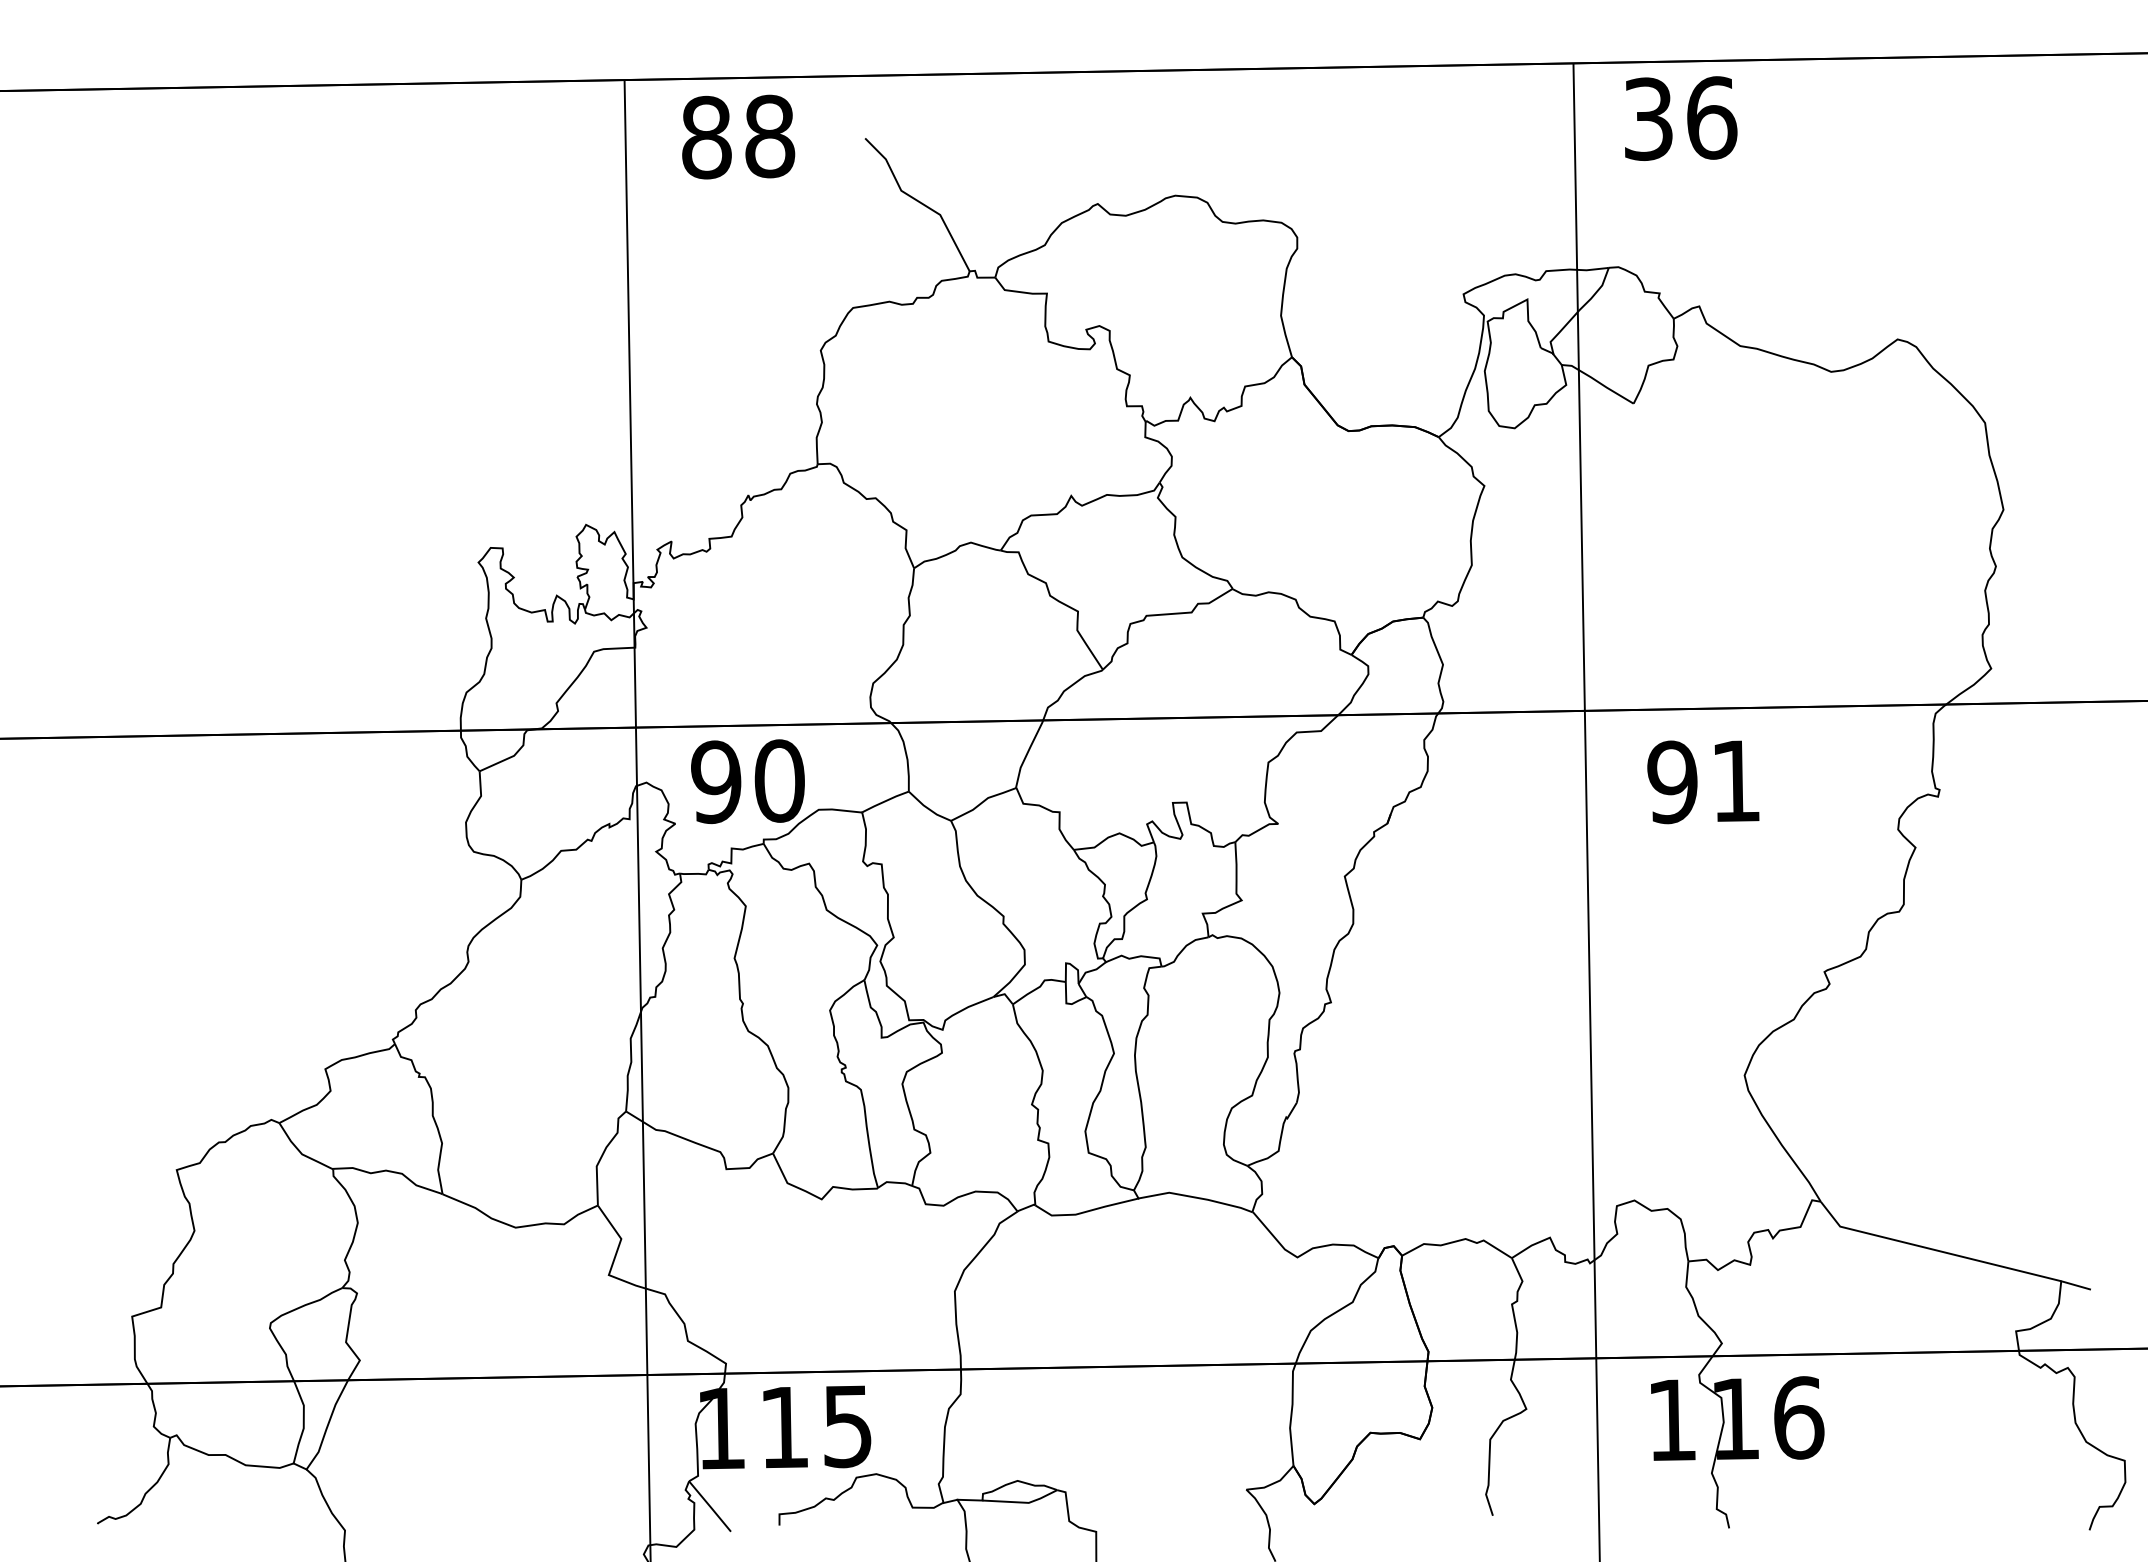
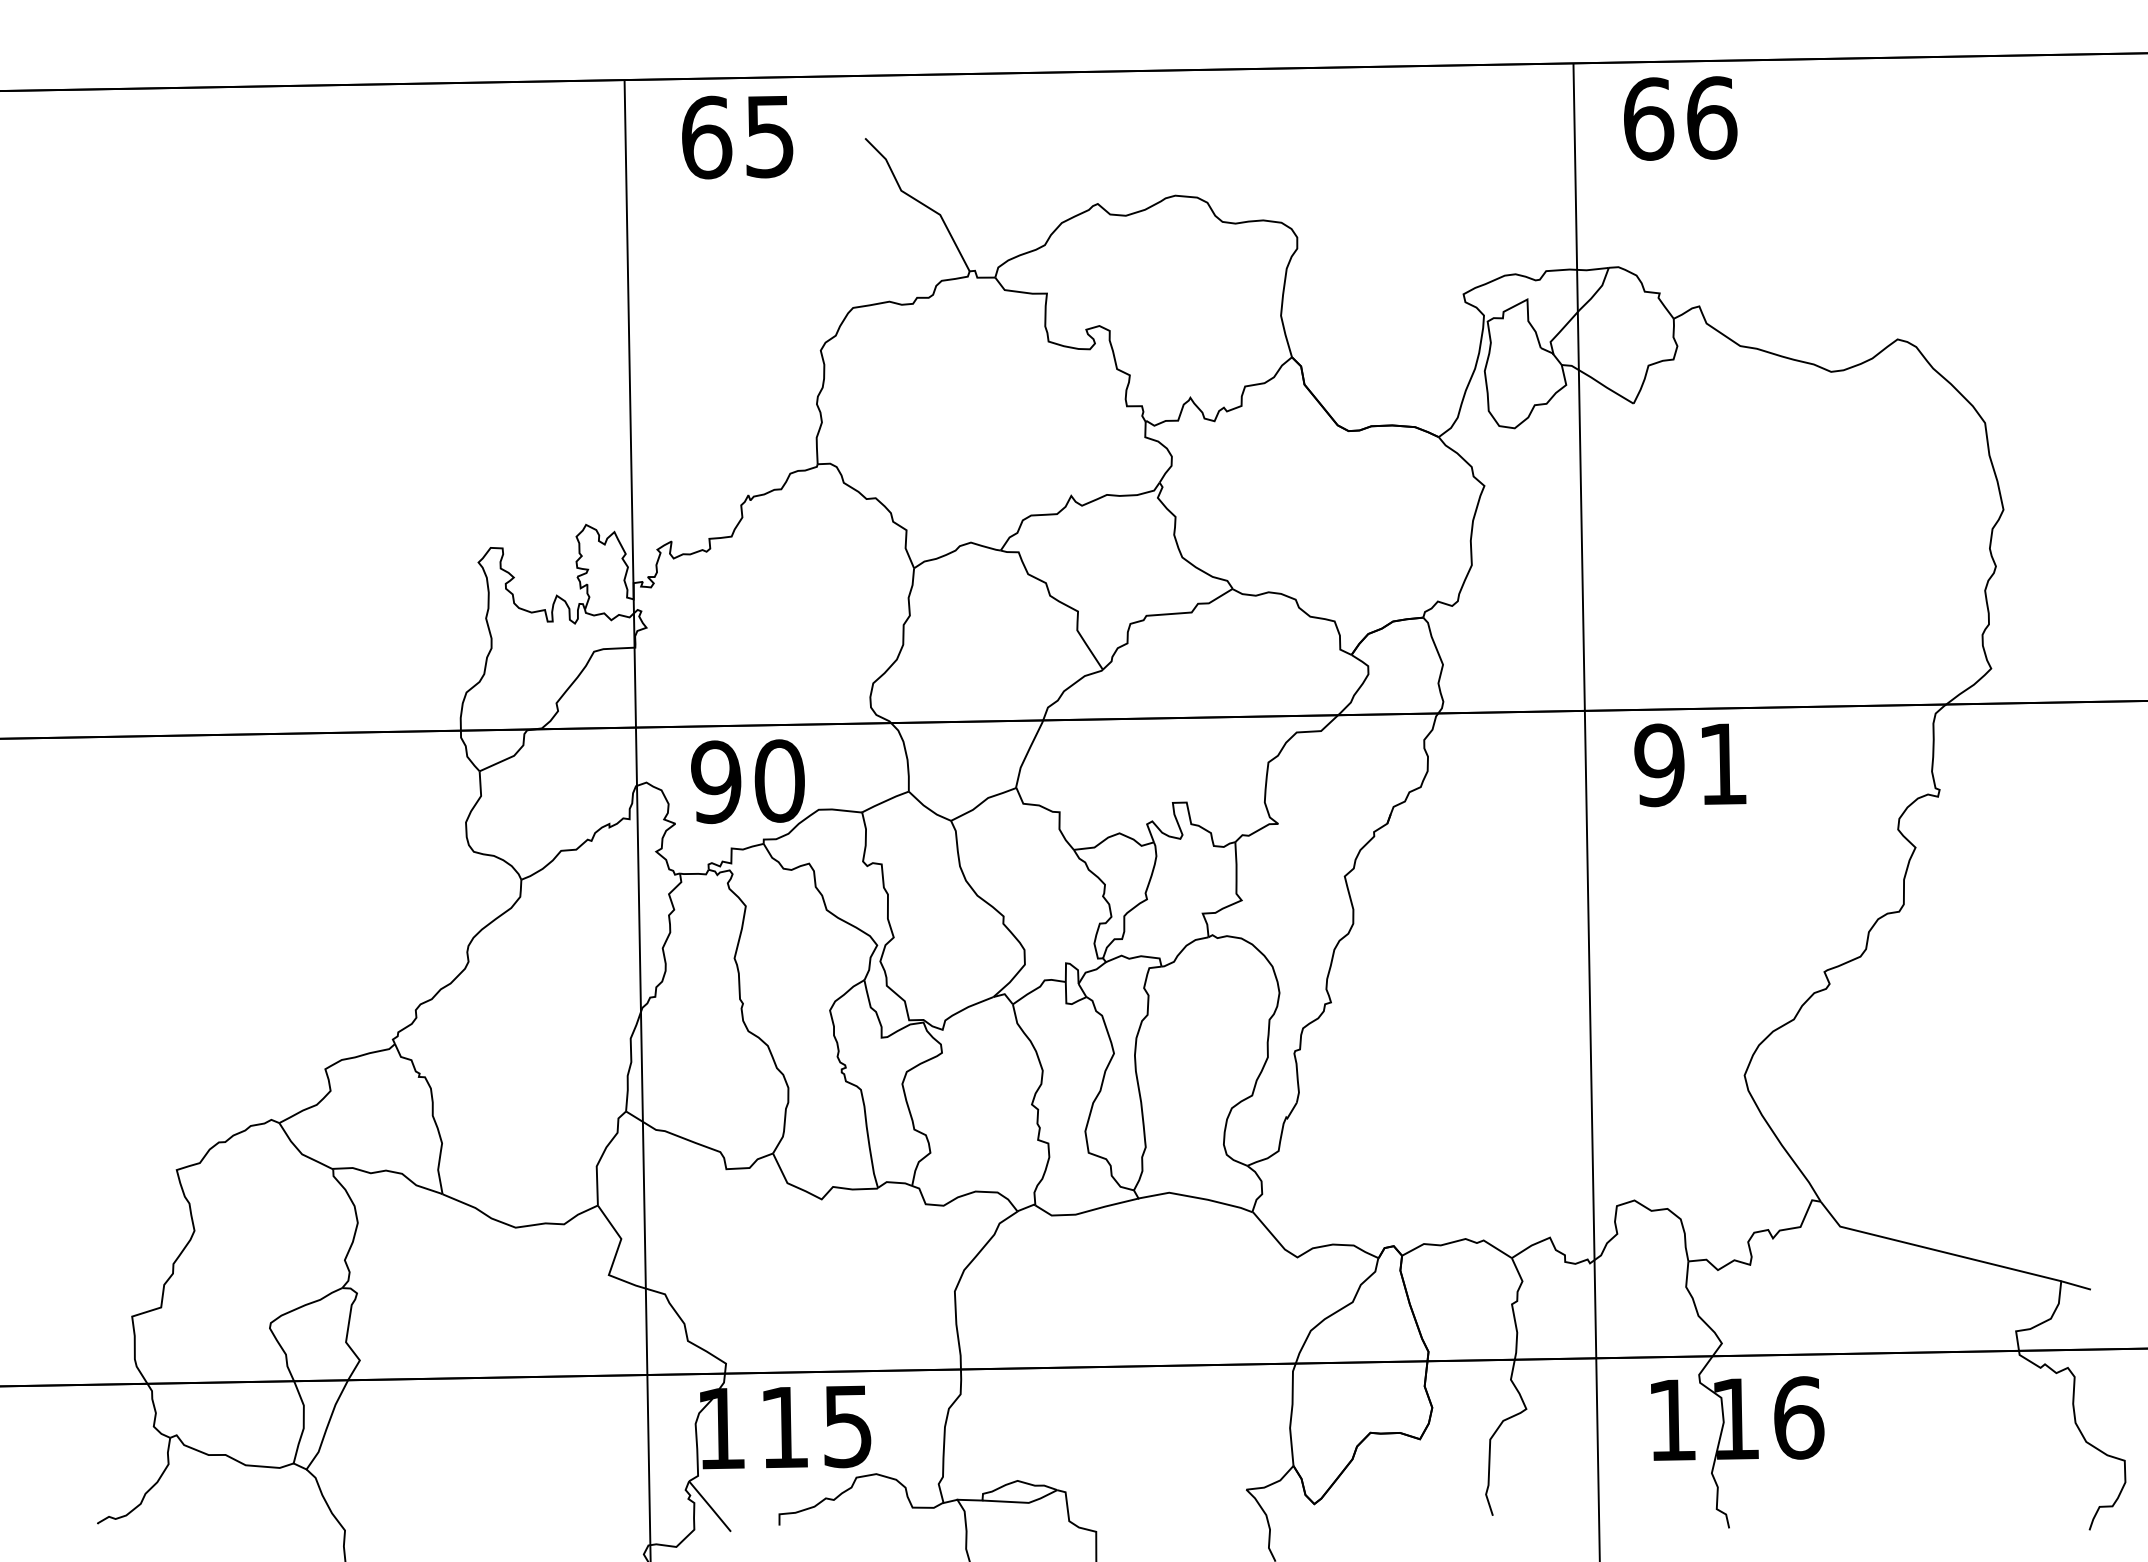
text at (1649, 118): 36 -> 66
text at (738, 136): 88 -> 65
text at (1703, 782) position: (1703, 782) -> (1690, 765)
